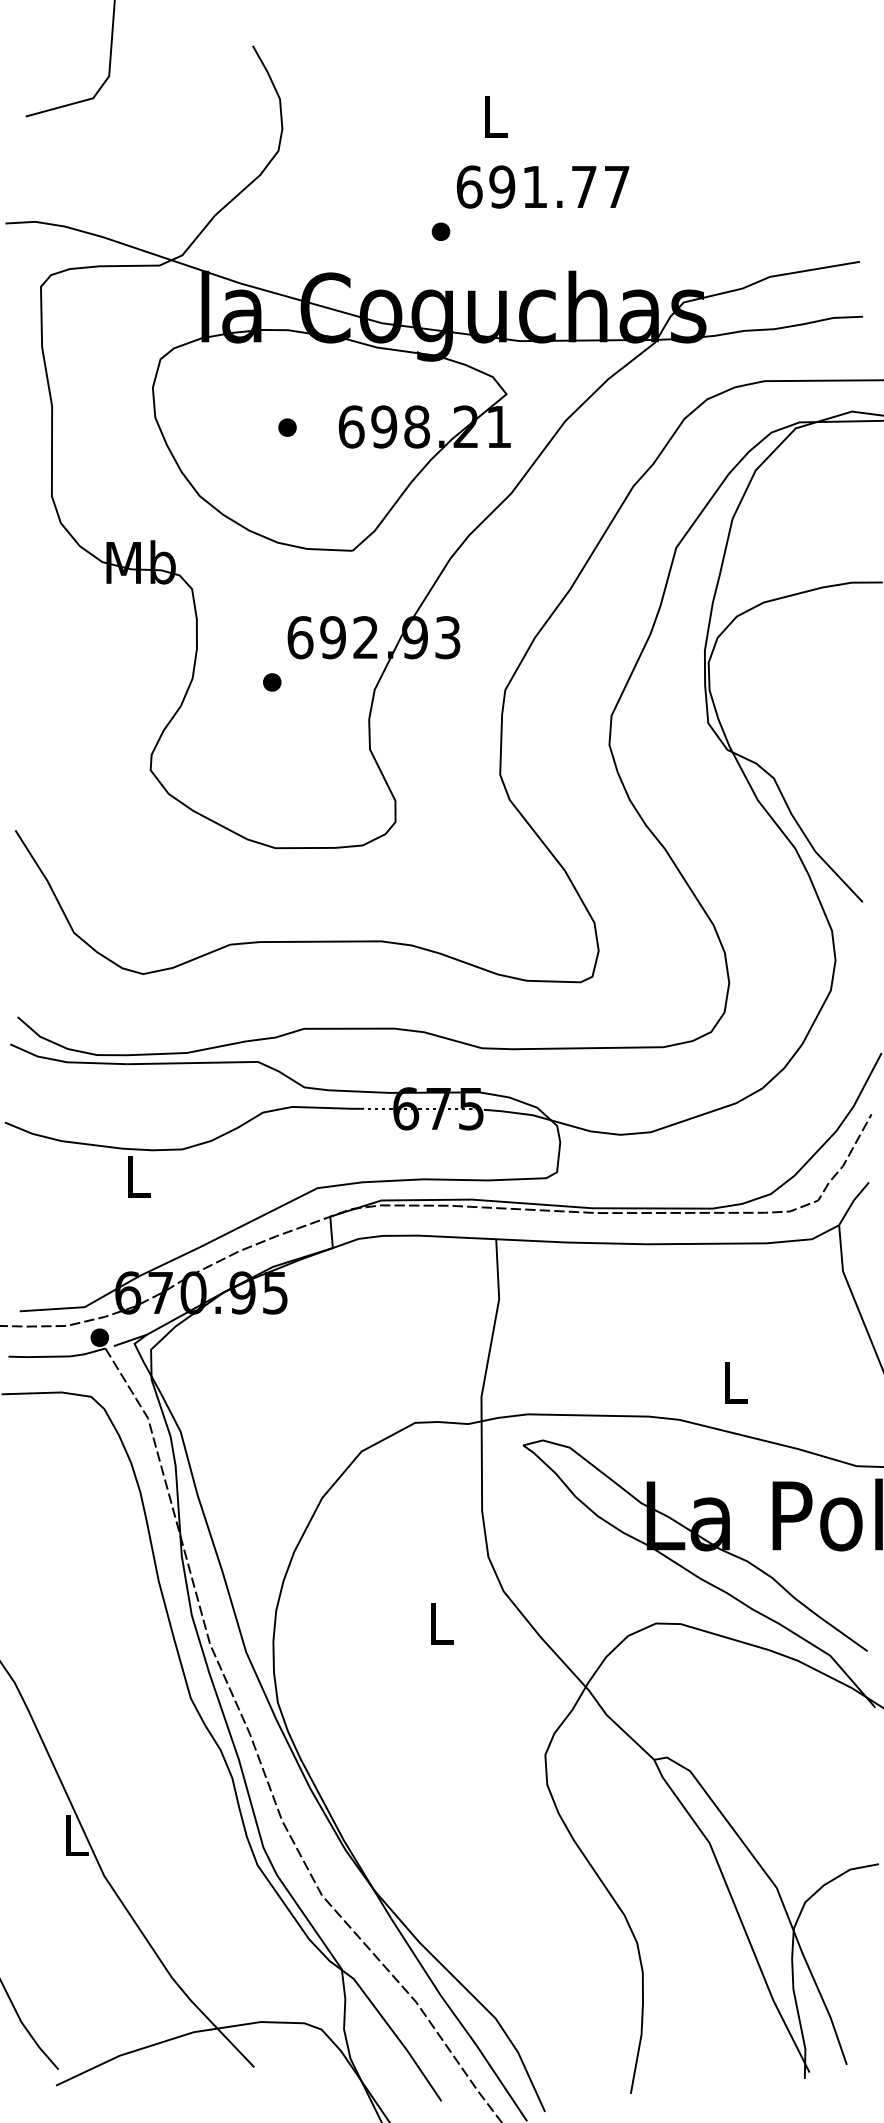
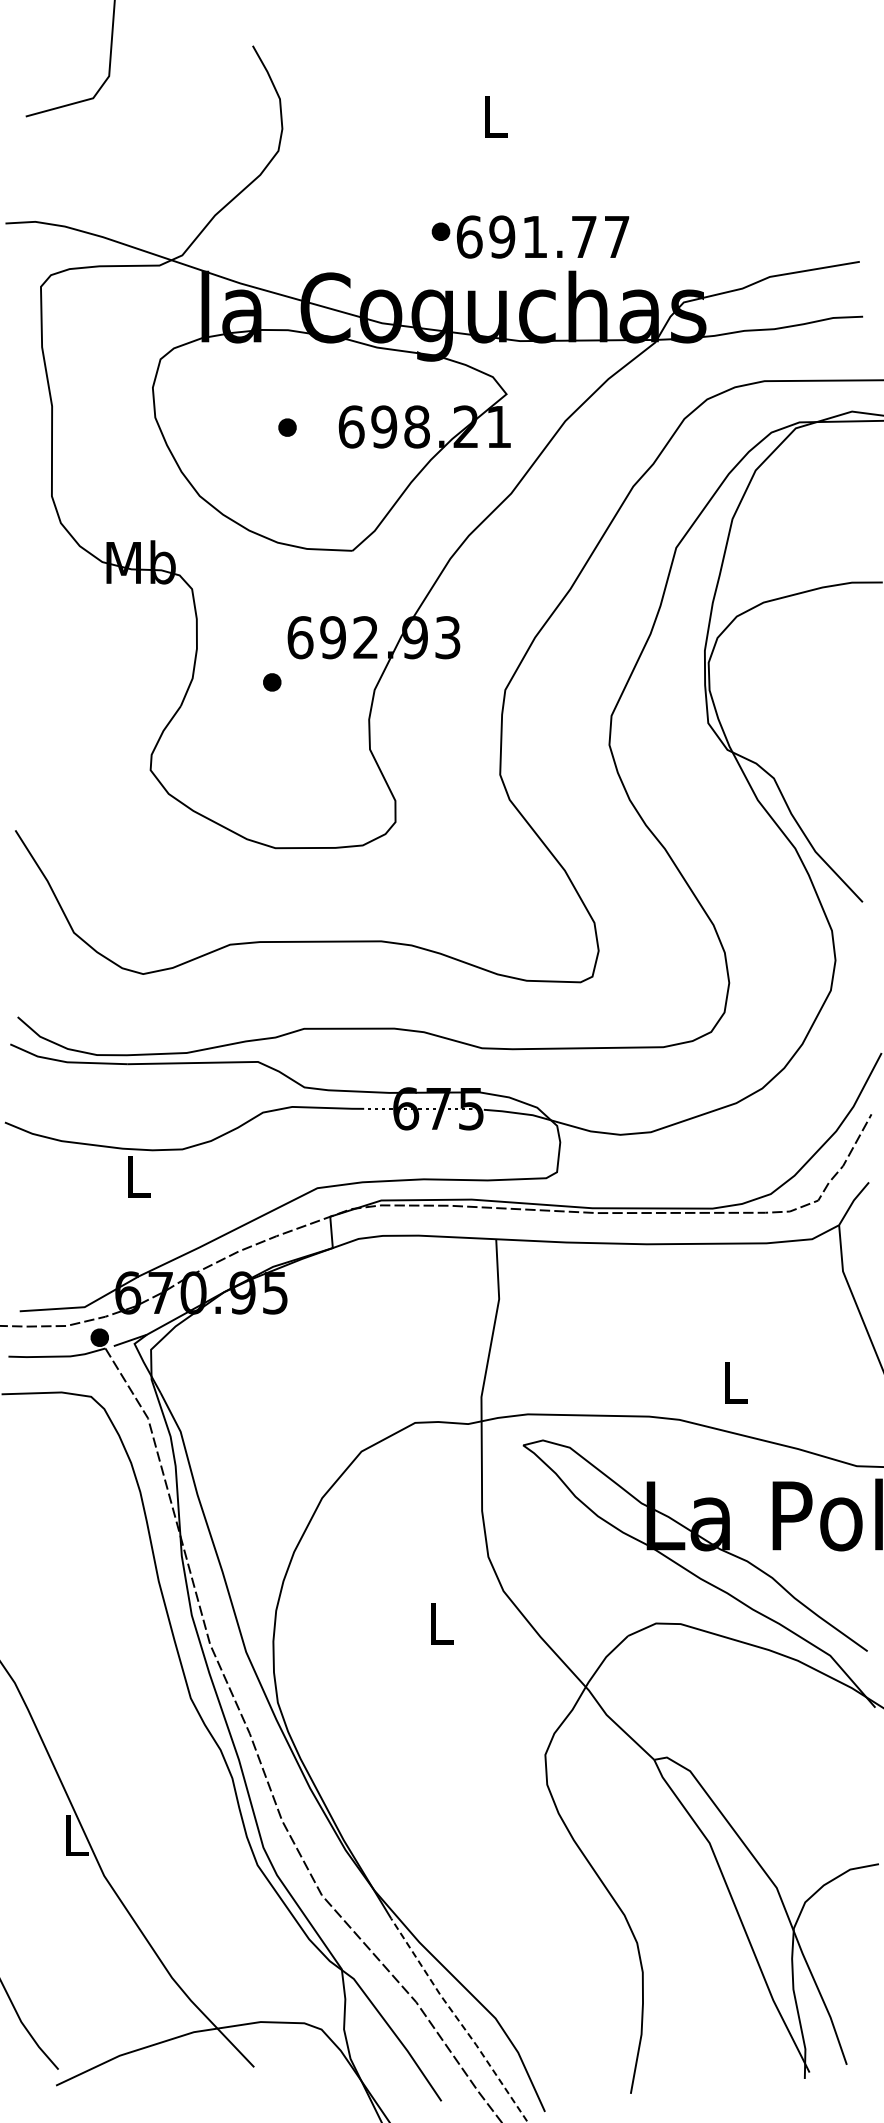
text at (542, 186) position: (542, 186) -> (542, 236)
line at (458, 2020): solid -> dashed
